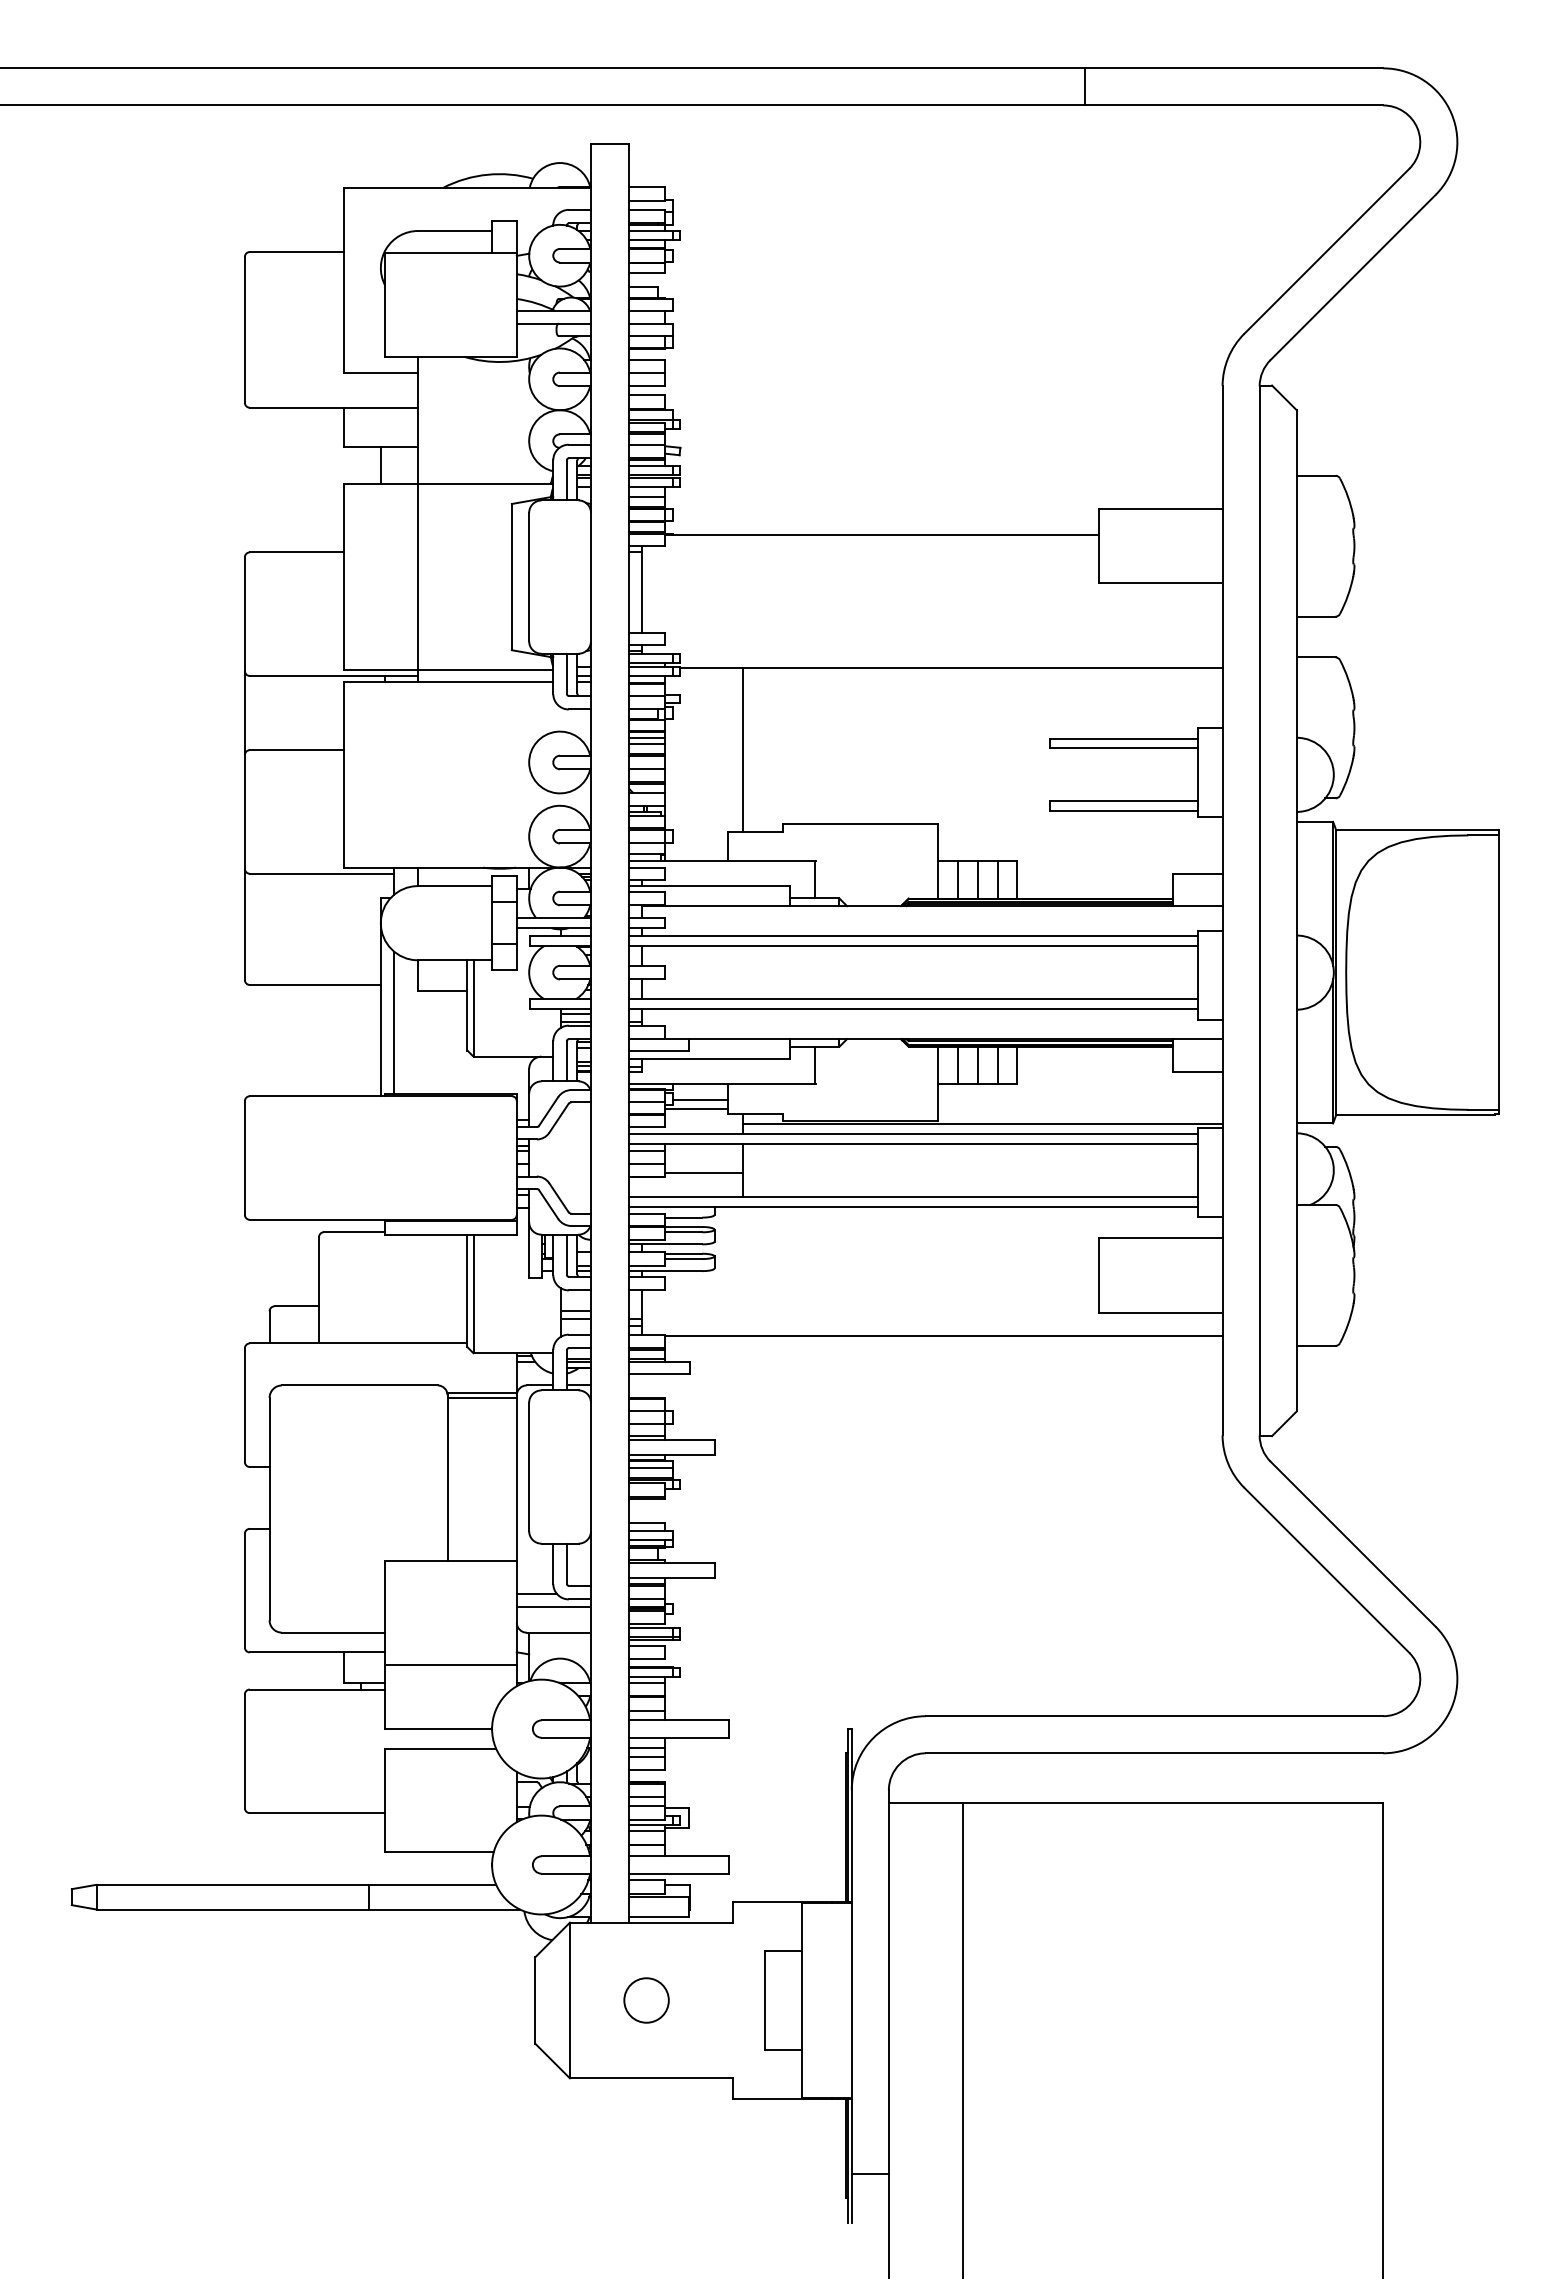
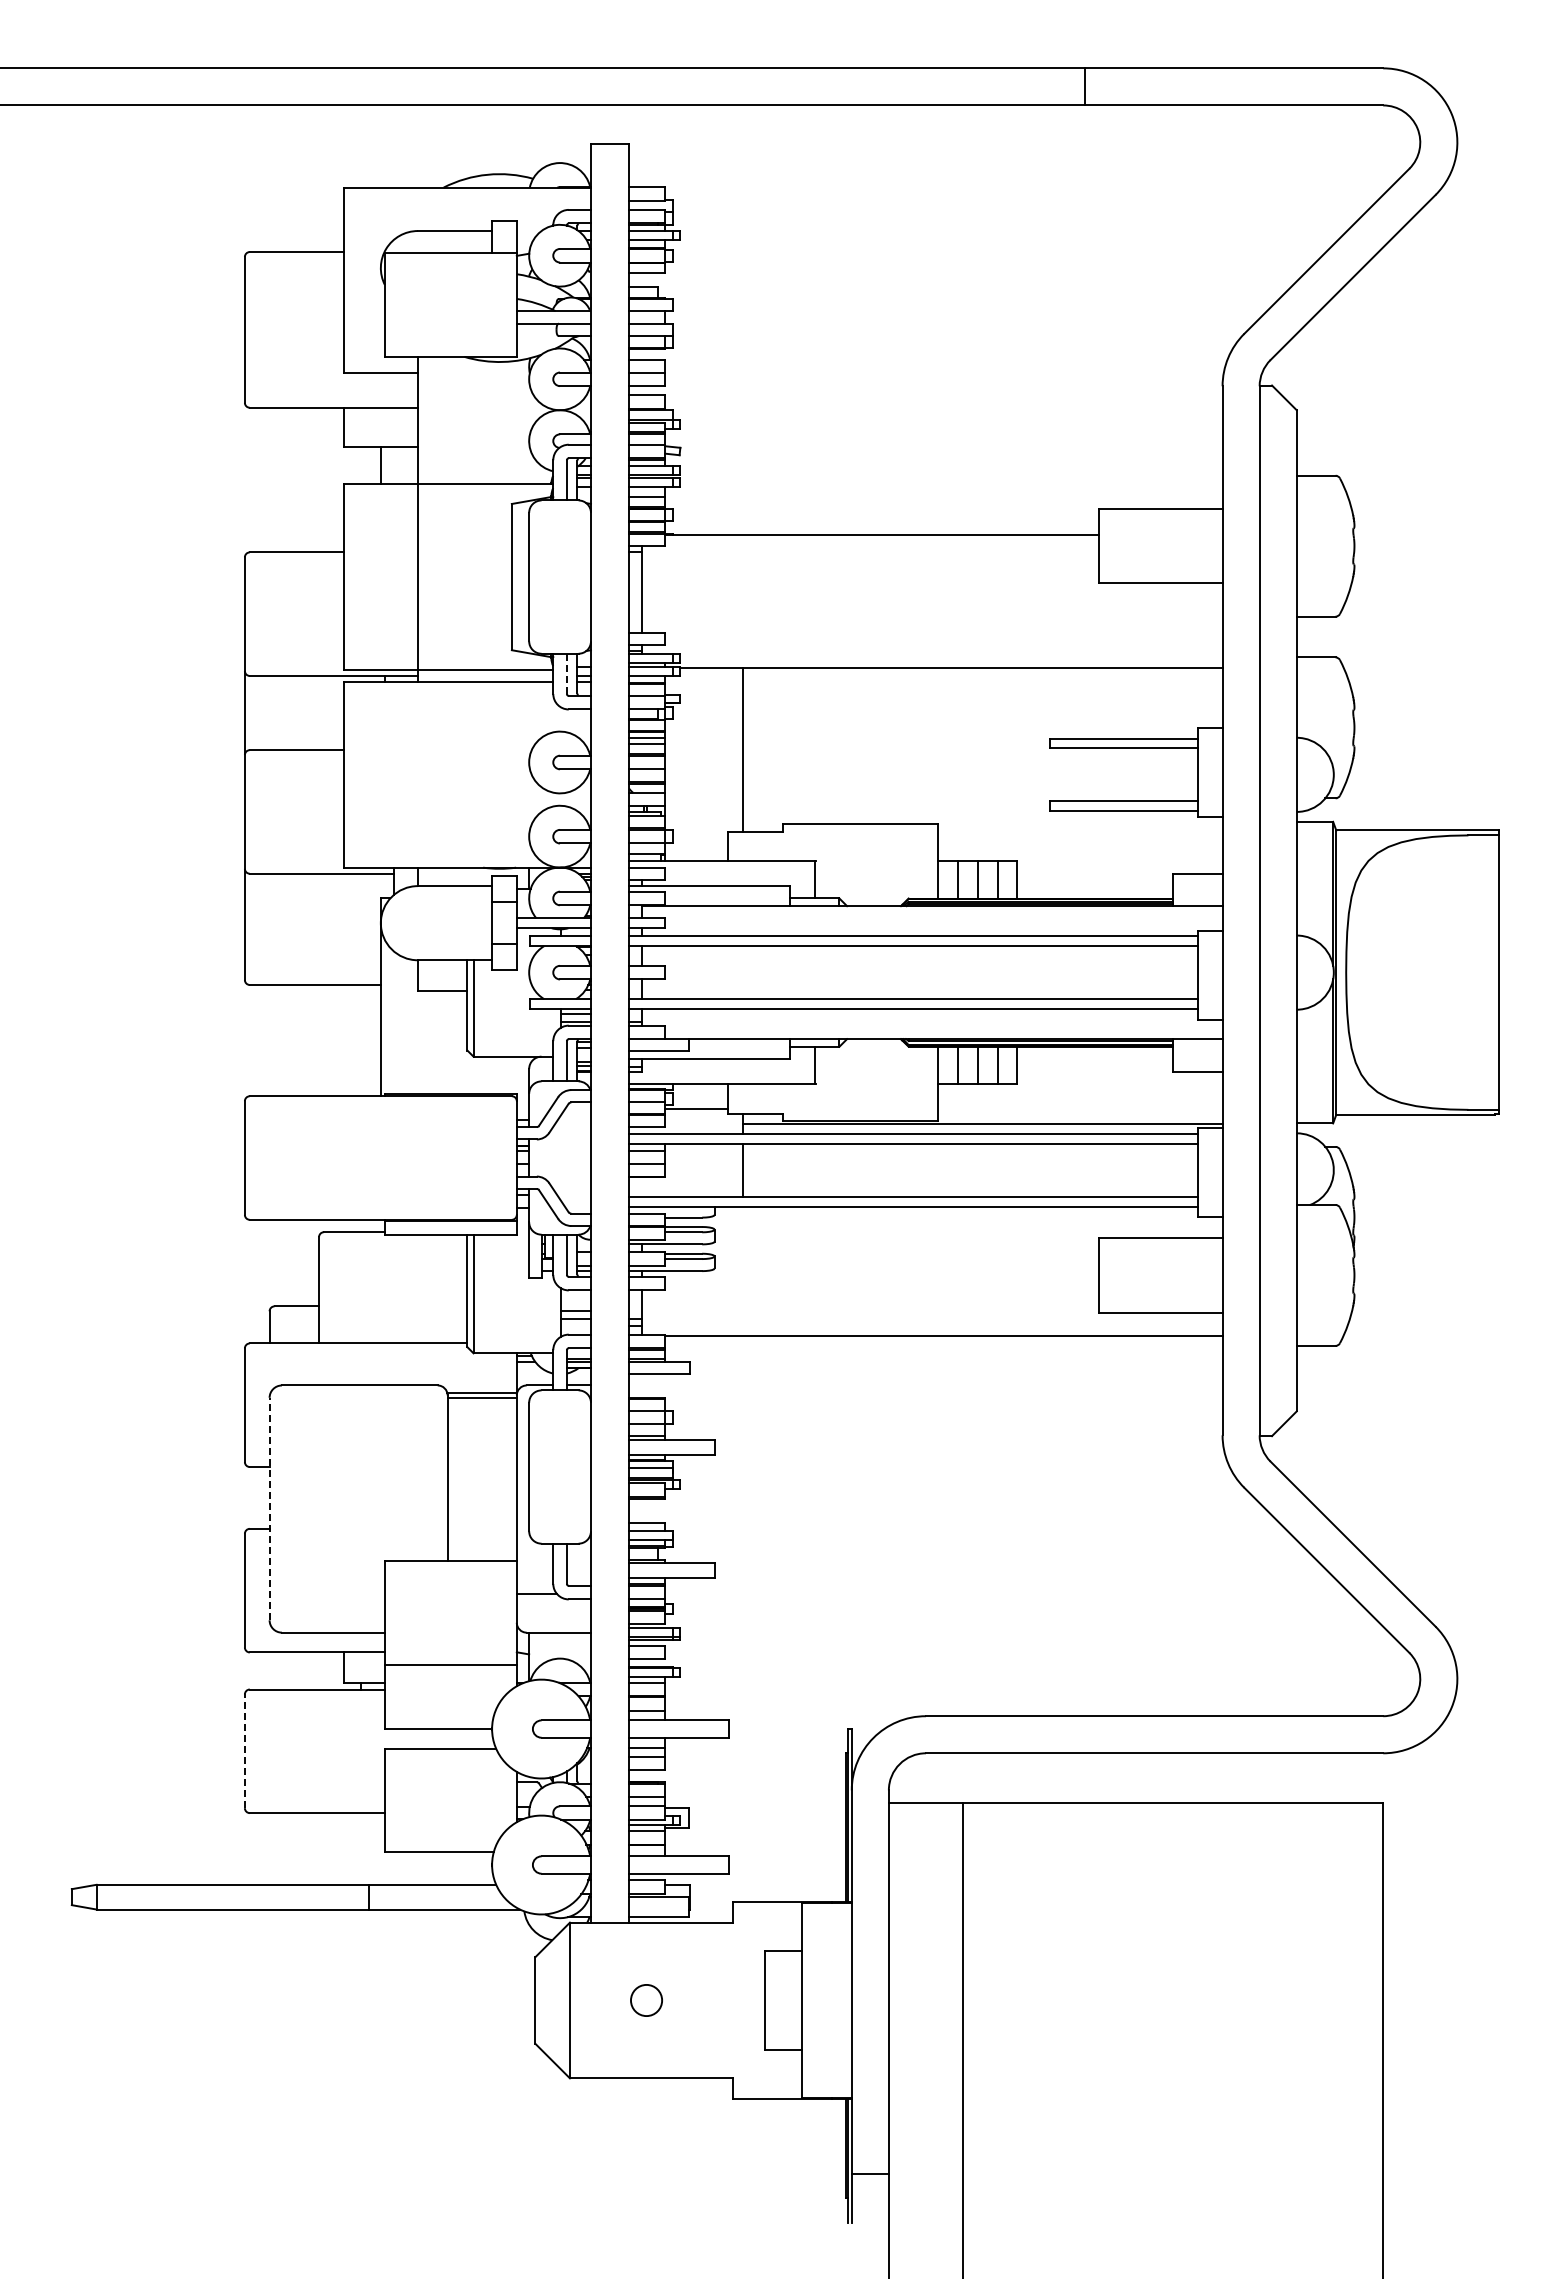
line at (566, 674): solid -> dashed
line at (394, 1022): present -> none
line at (700, 1099): present -> none
line at (704, 1172): present -> none
line at (269, 1508): solid -> dashed
line at (553, 1606): present -> none
line at (244, 1751): solid -> dashed
circle at (646, 2000) size: 47x47 px -> 33x33 px
